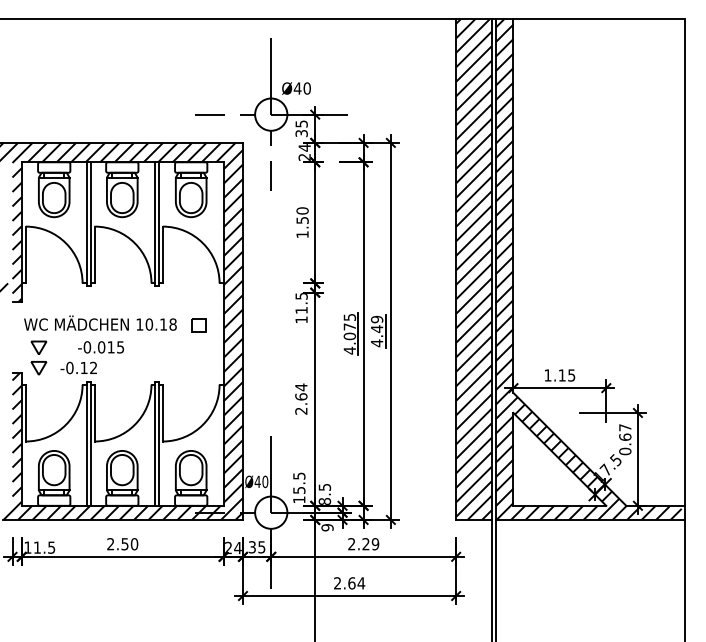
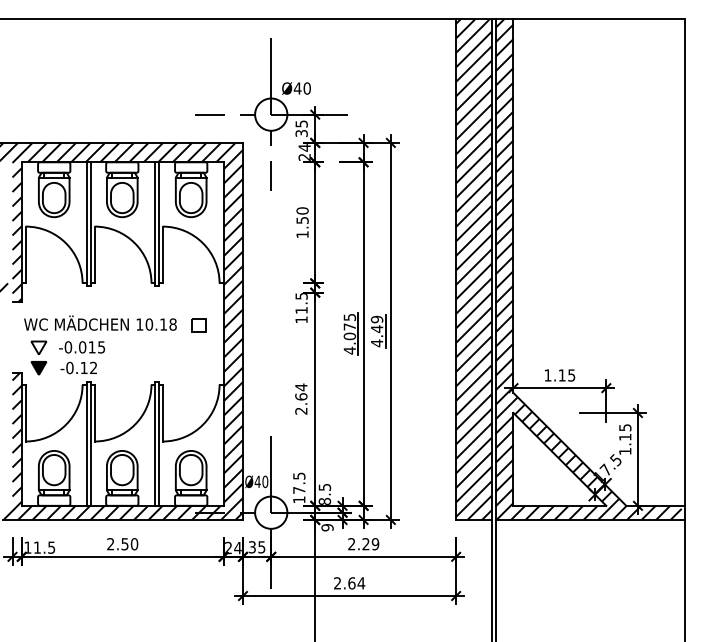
text at (101, 347) position: (101, 347) -> (82, 347)
fill at (38, 368): none -> present
text at (625, 439): 0.67 -> 1.15
text at (299, 490): 15.5 -> 17.5
